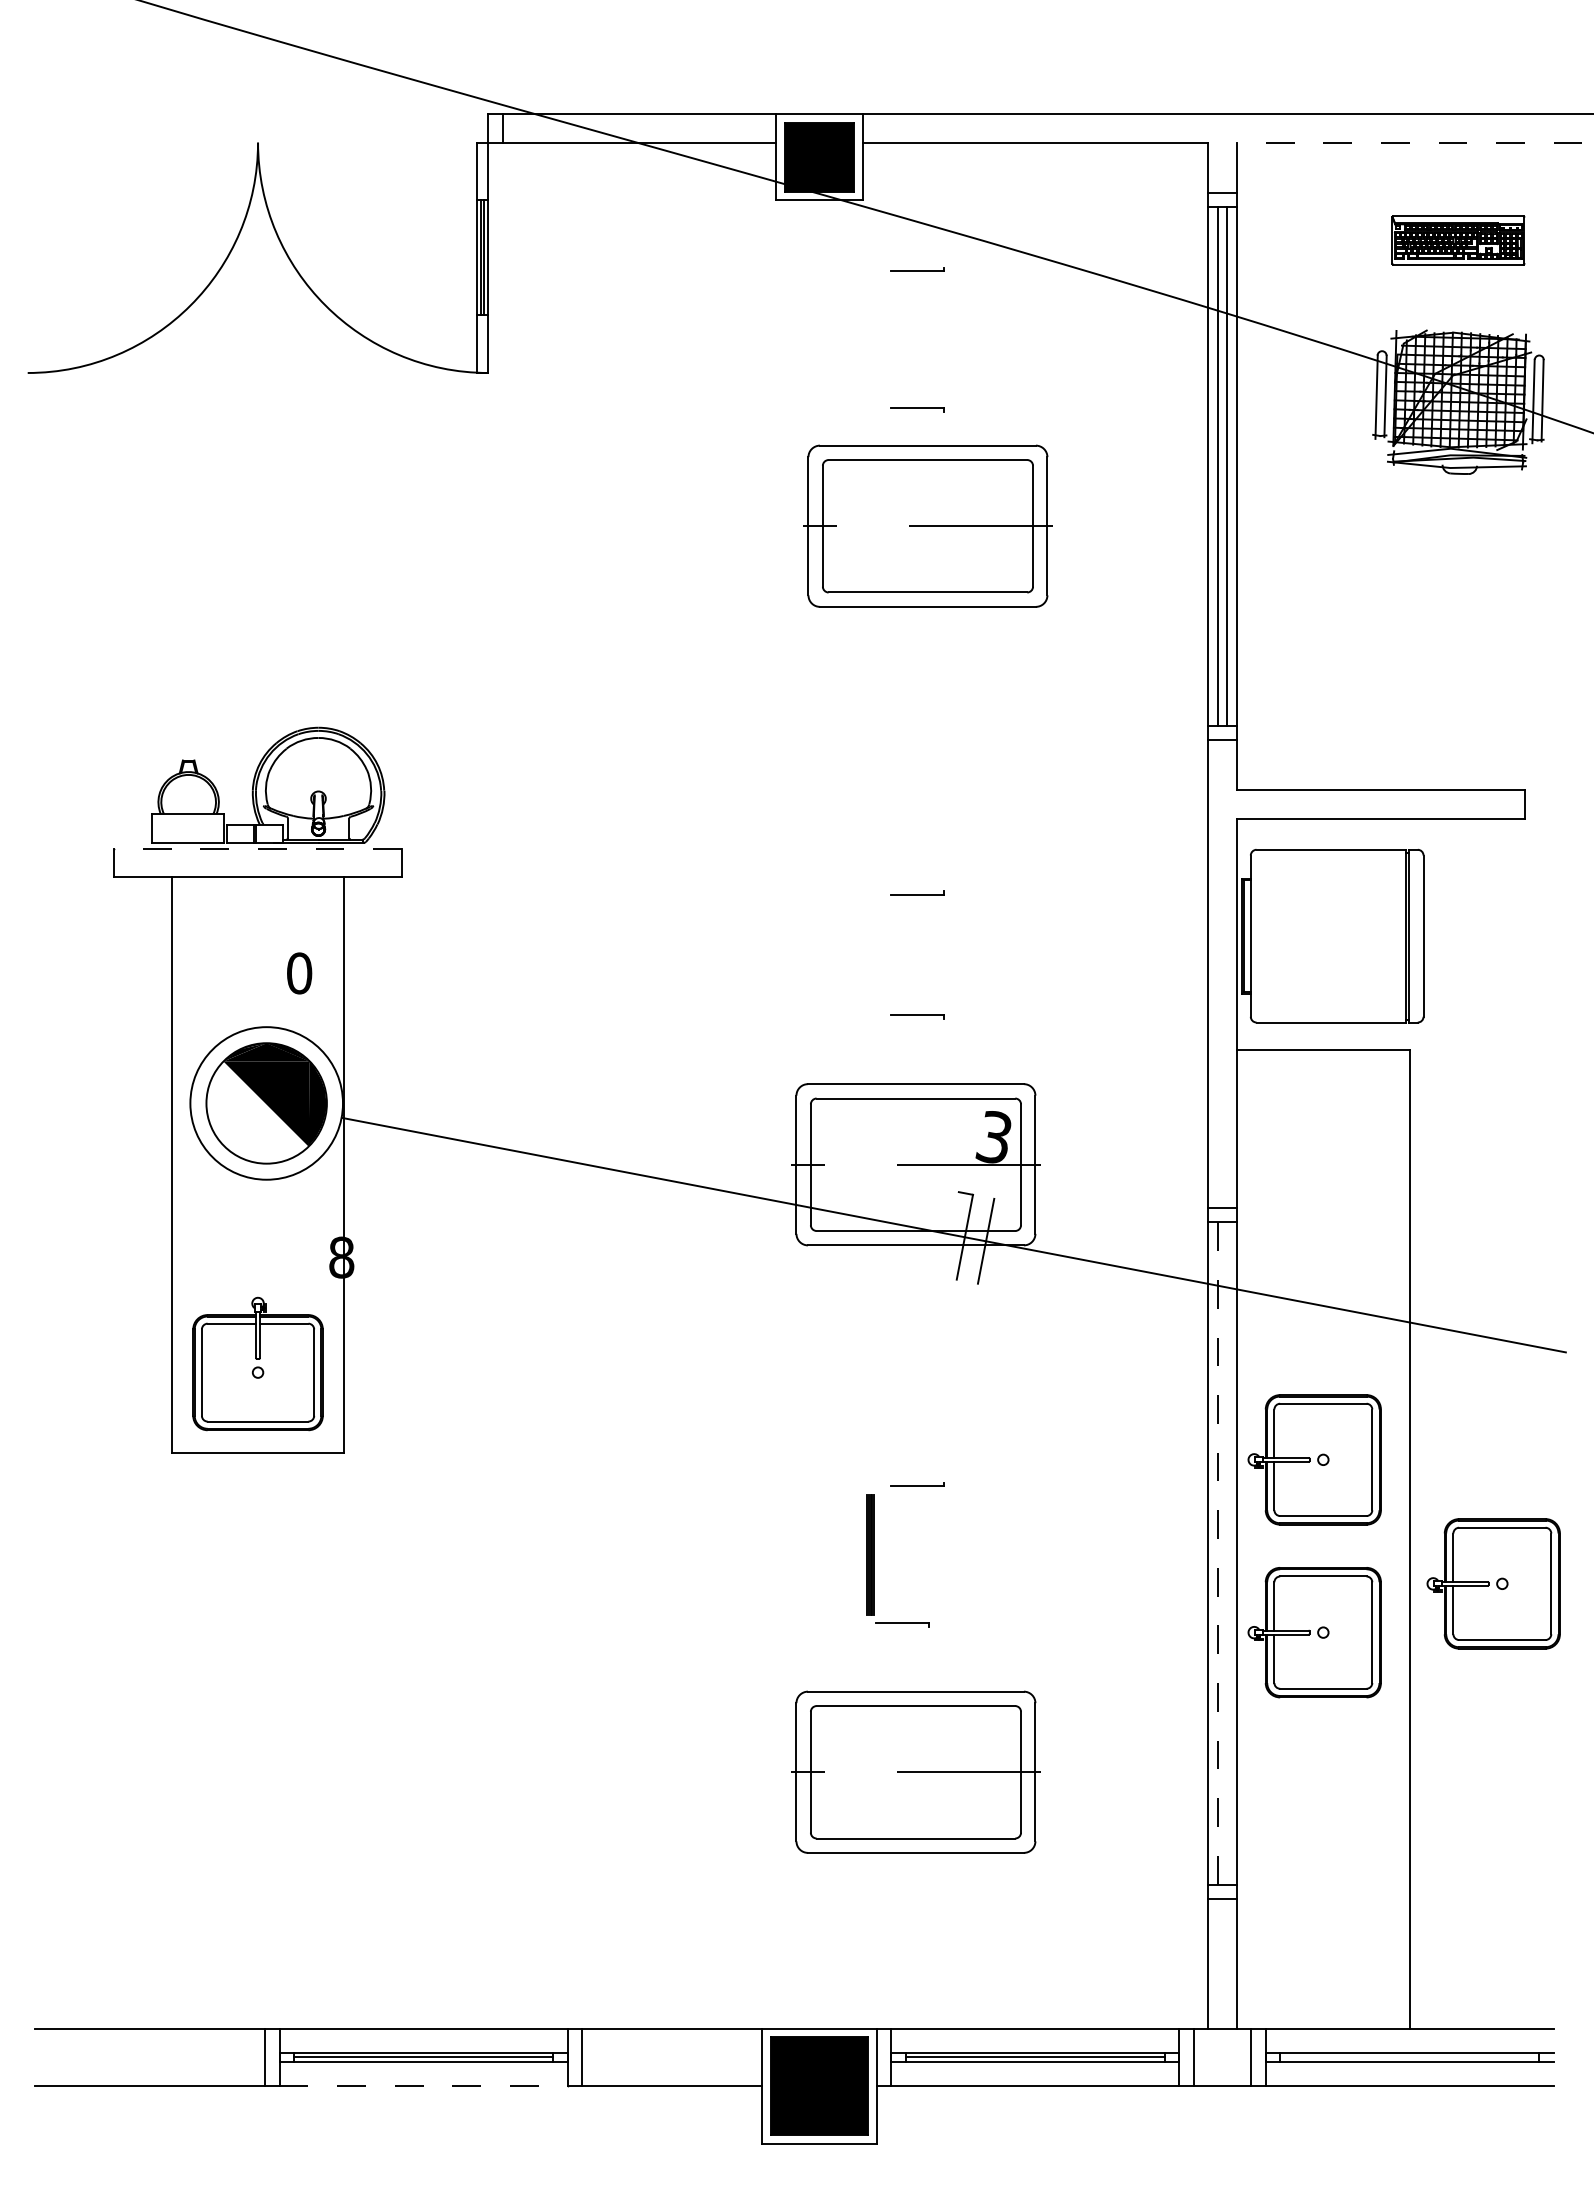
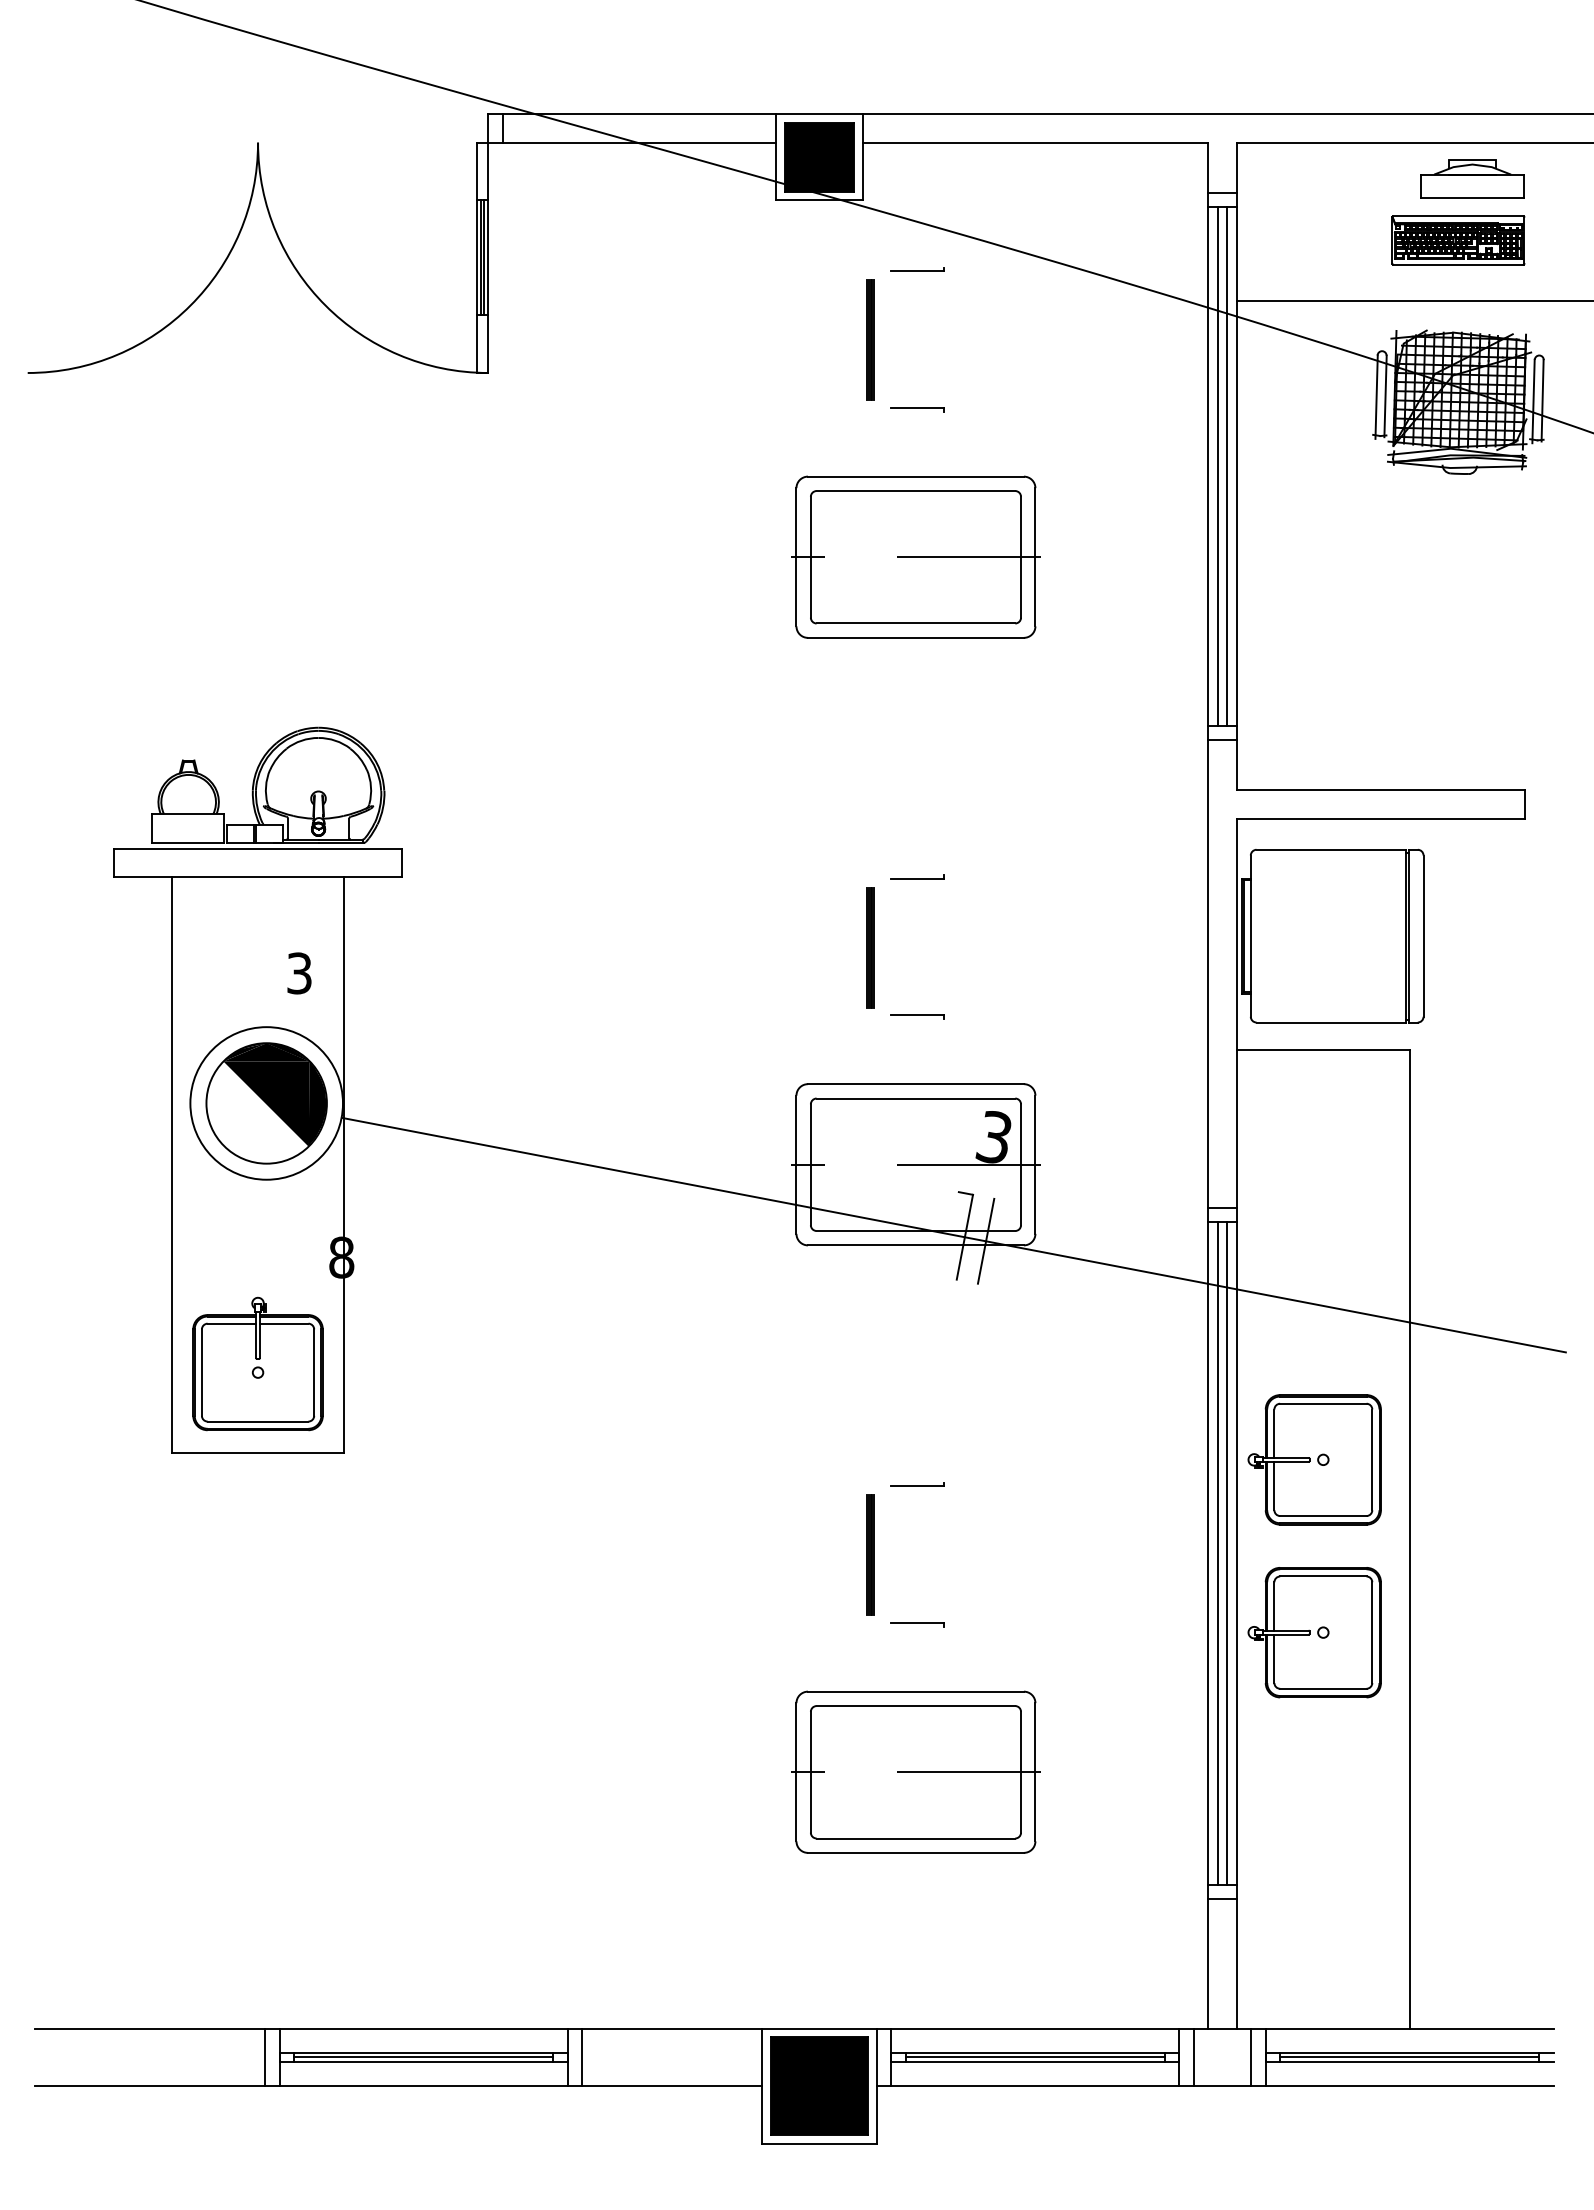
line at (1414, 142): dashed -> solid
part at (1472, 178): none -> present
line at (1413, 301): none -> present
part at (870, 339): none -> present
part at (927, 525) position: (927, 525) -> (915, 556)
line at (258, 848): dashed -> solid
part at (917, 892) position: (917, 892) -> (917, 876)
part at (870, 947): none -> present
text at (299, 973): 0 -> 3
line at (1218, 1553): dashed -> solid
line at (1226, 1553): none -> present
part at (1493, 1583): present -> none
part at (902, 1624) position: (902, 1624) -> (917, 1624)
line at (1409, 2057): none -> present
line at (423, 2086): dashed -> solid
